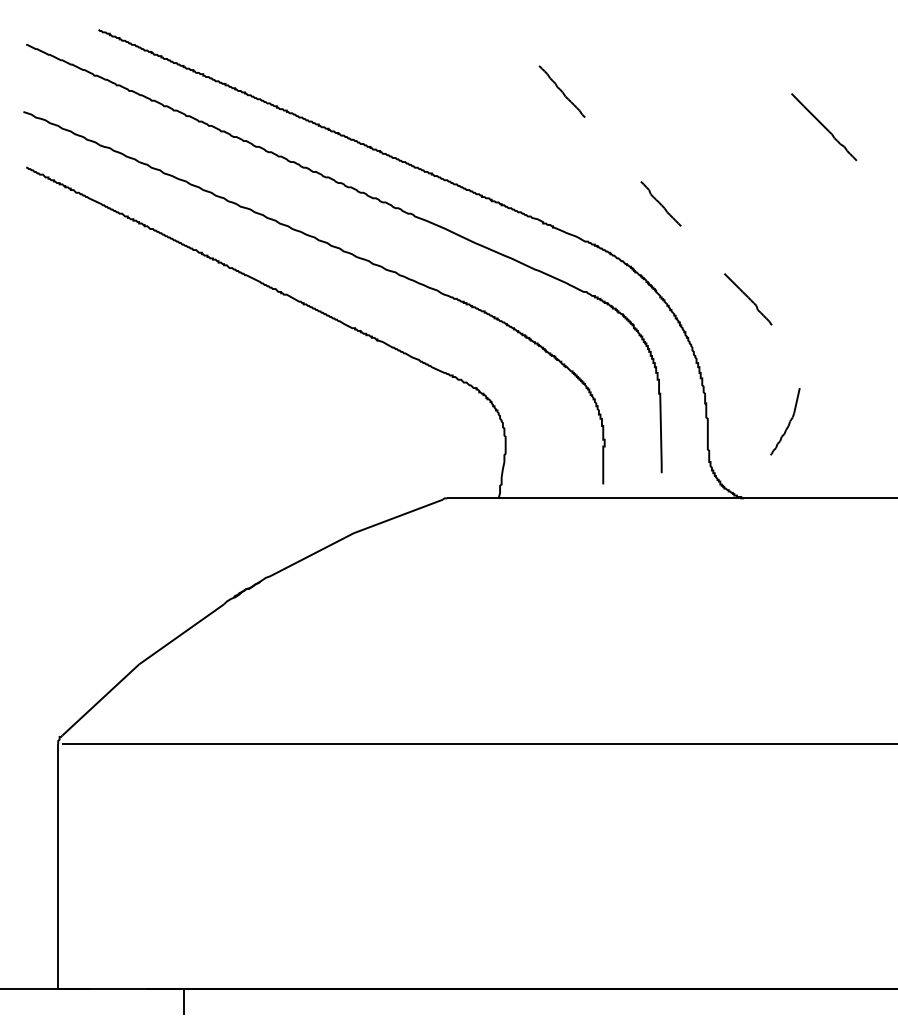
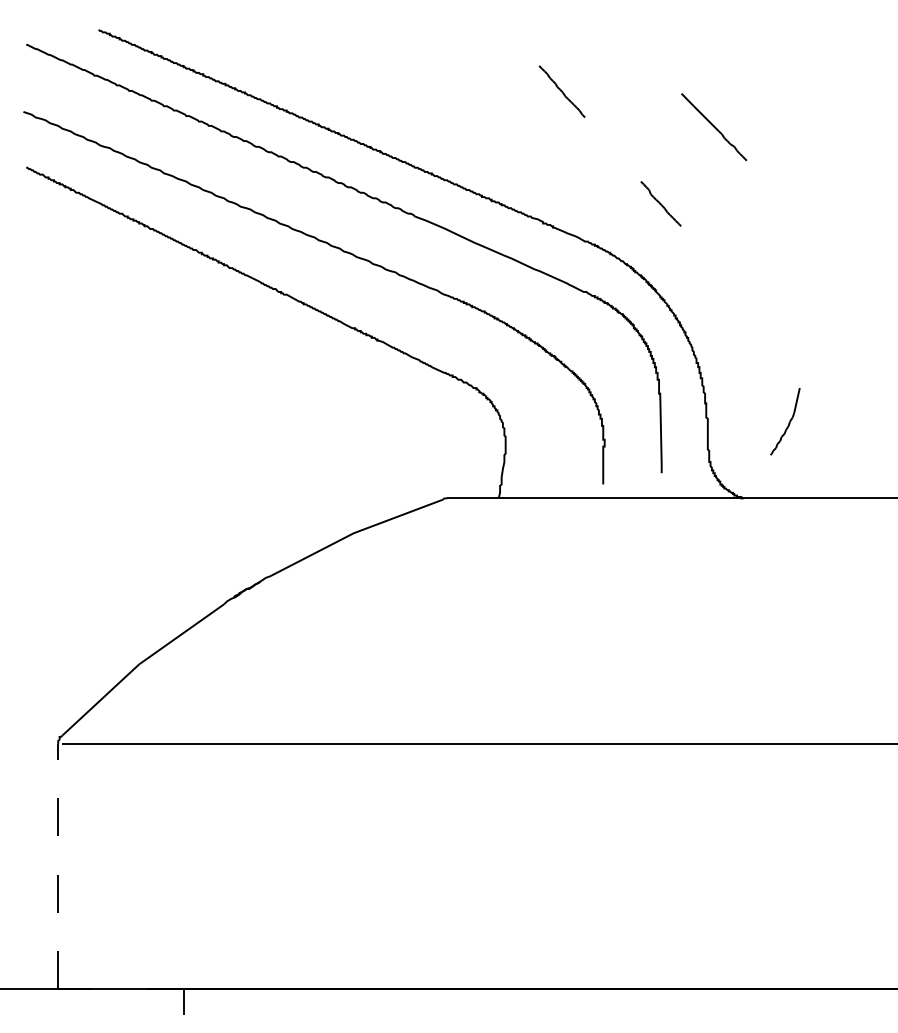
line at (824, 127) position: (824, 127) -> (714, 127)
part at (748, 299): present -> none
line at (58, 866): solid -> dashed
